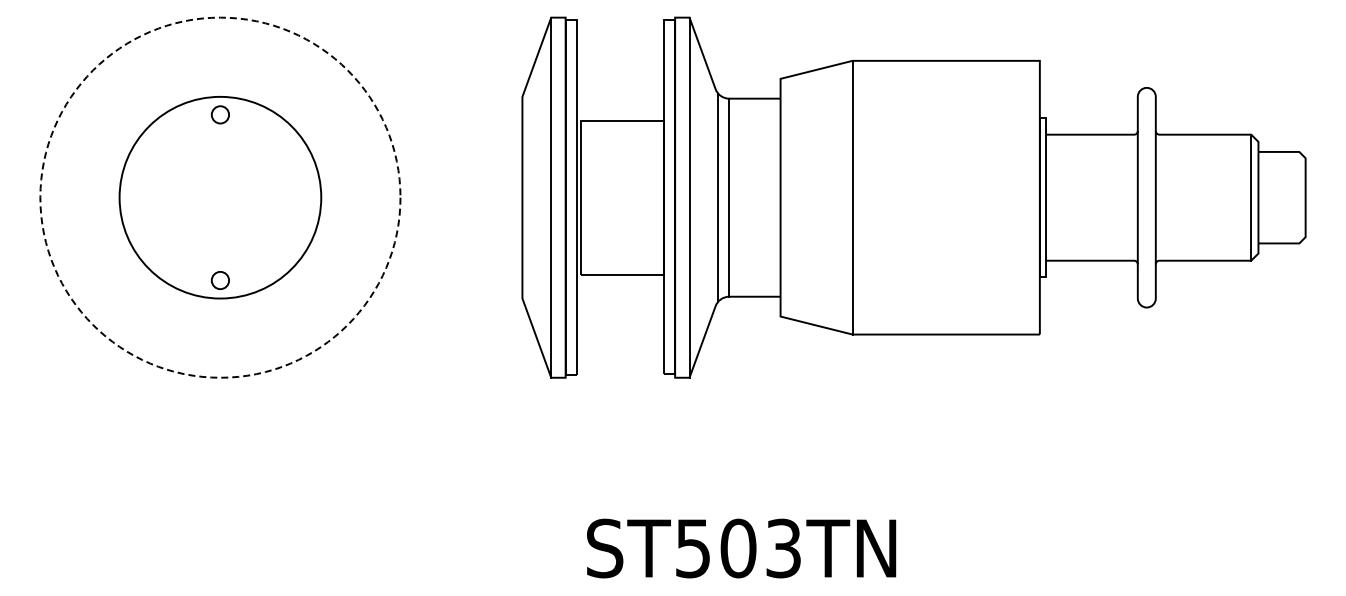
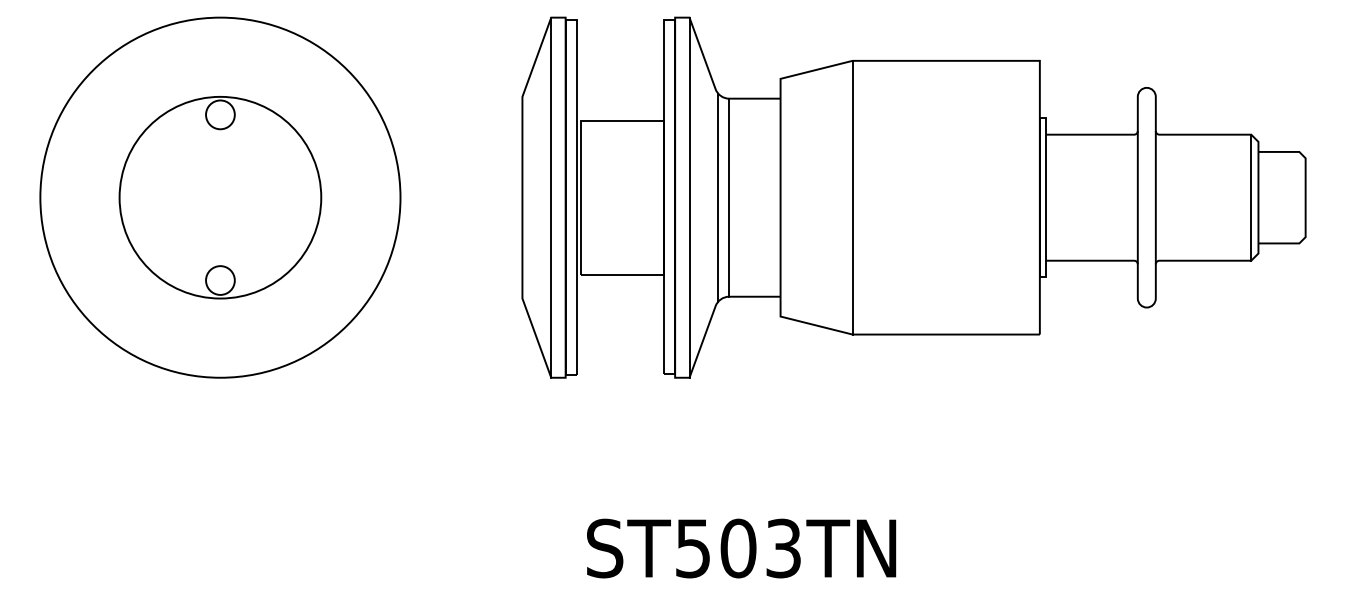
circle at (220, 114) diameter: 17 px -> 29 px
circle at (220, 197): dashed -> solid
circle at (220, 280) diameter: 17 px -> 29 px
